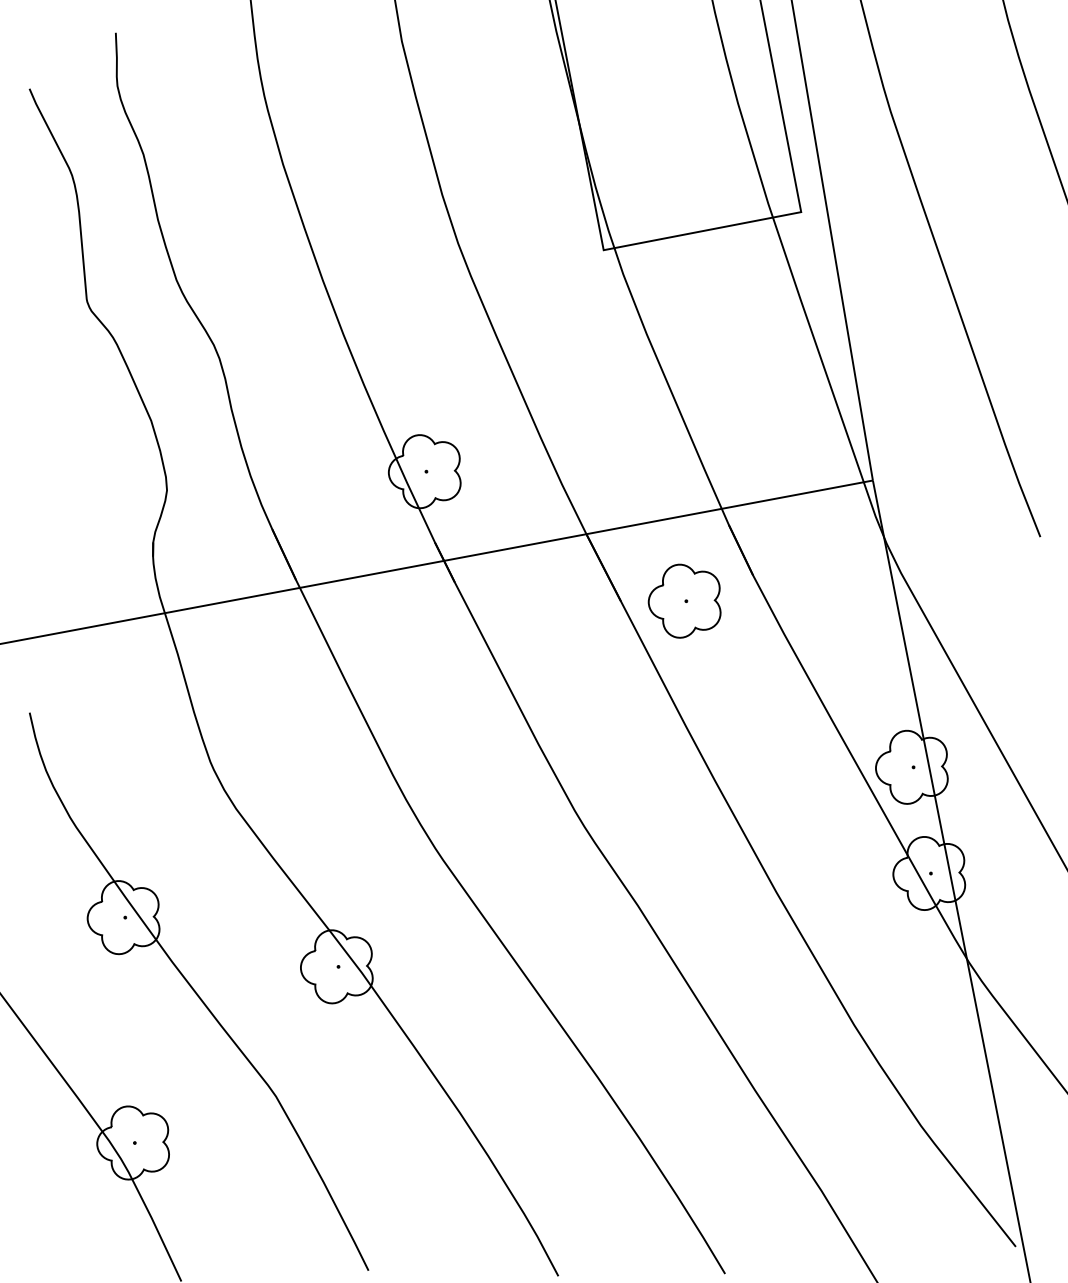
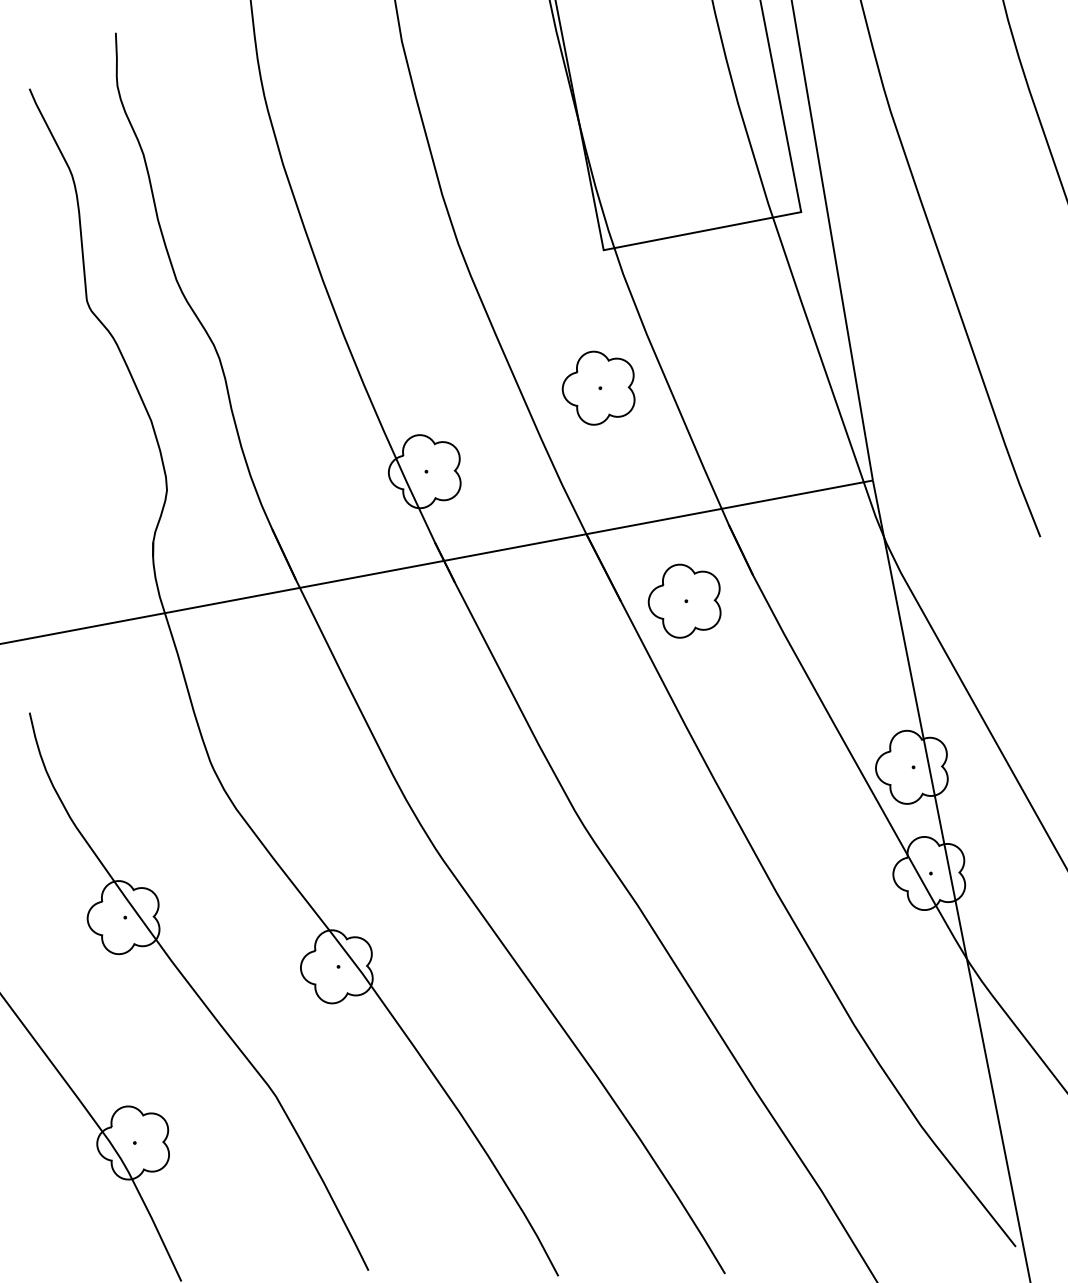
part at (598, 387): none -> present
